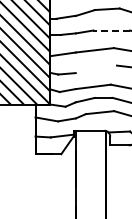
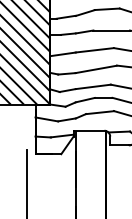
line at (111, 30): dashed -> solid
line at (95, 69): none -> present
line at (27, 182): none -> present
